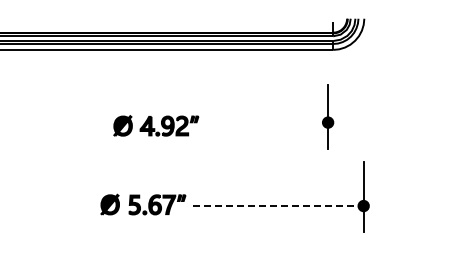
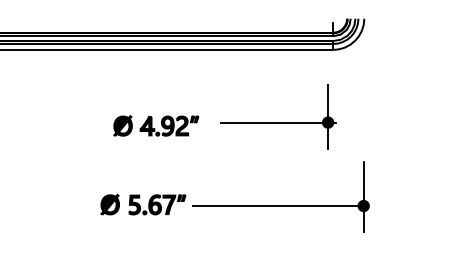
line at (278, 122): none -> present
line at (278, 206): dashed -> solid
